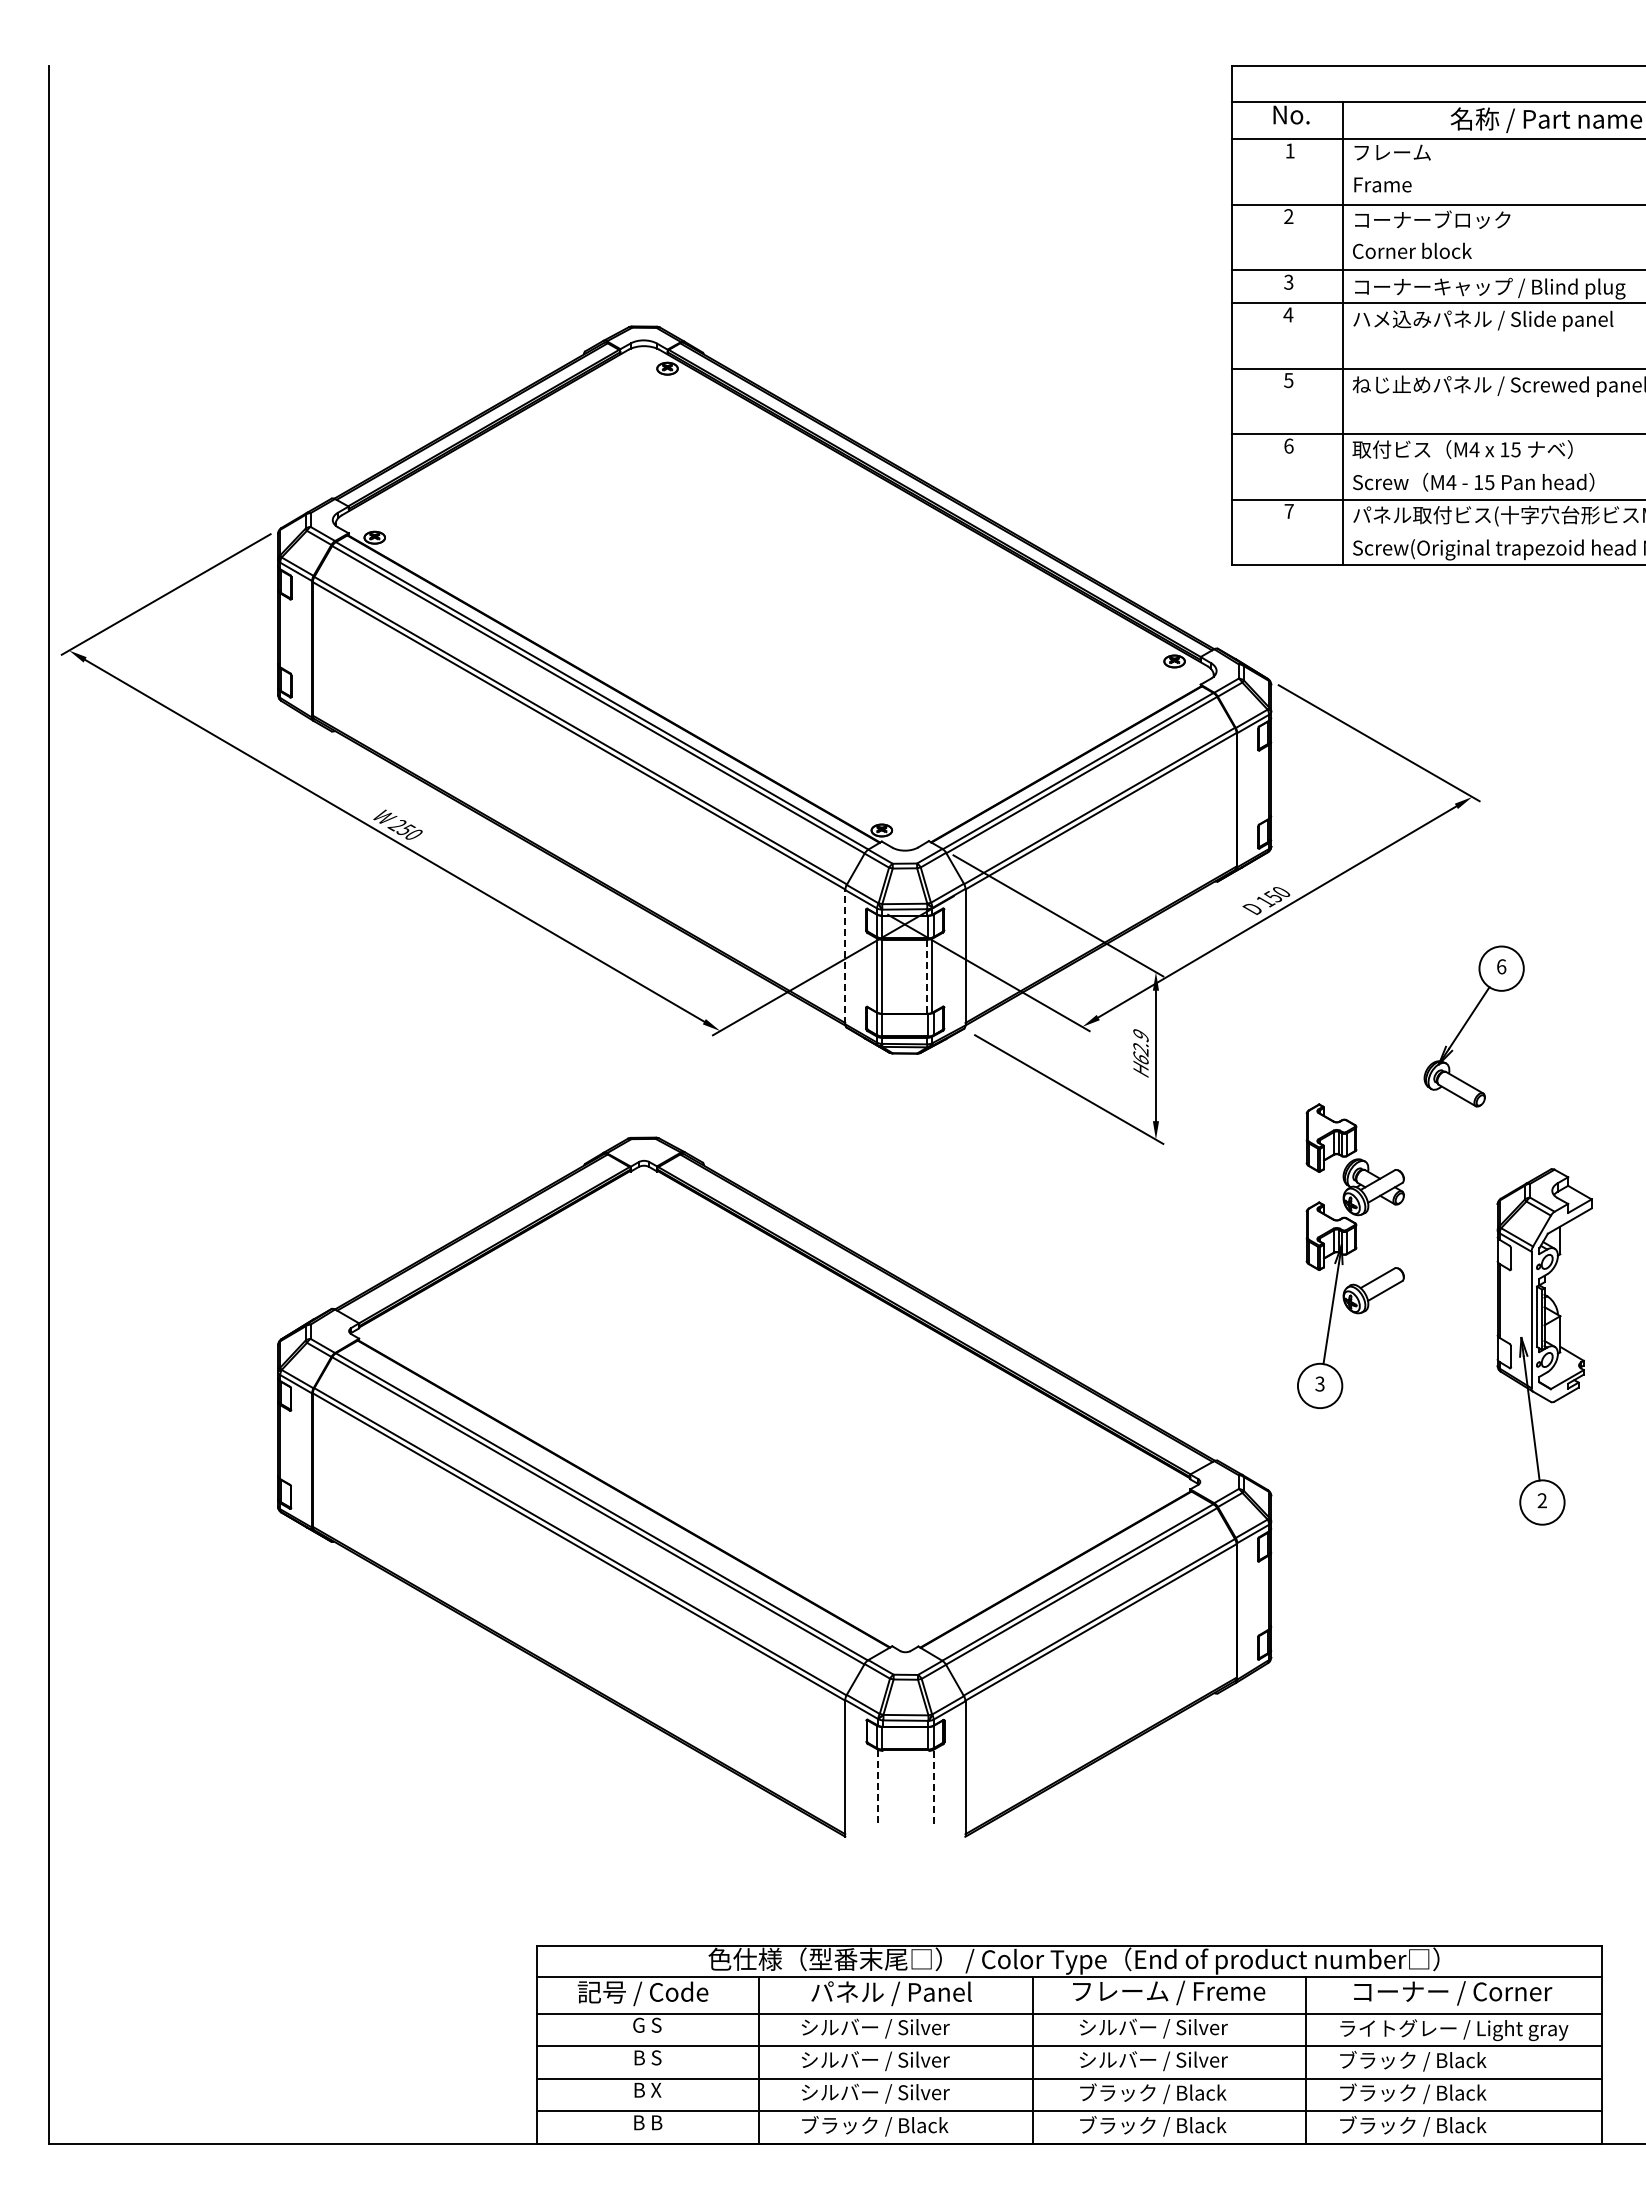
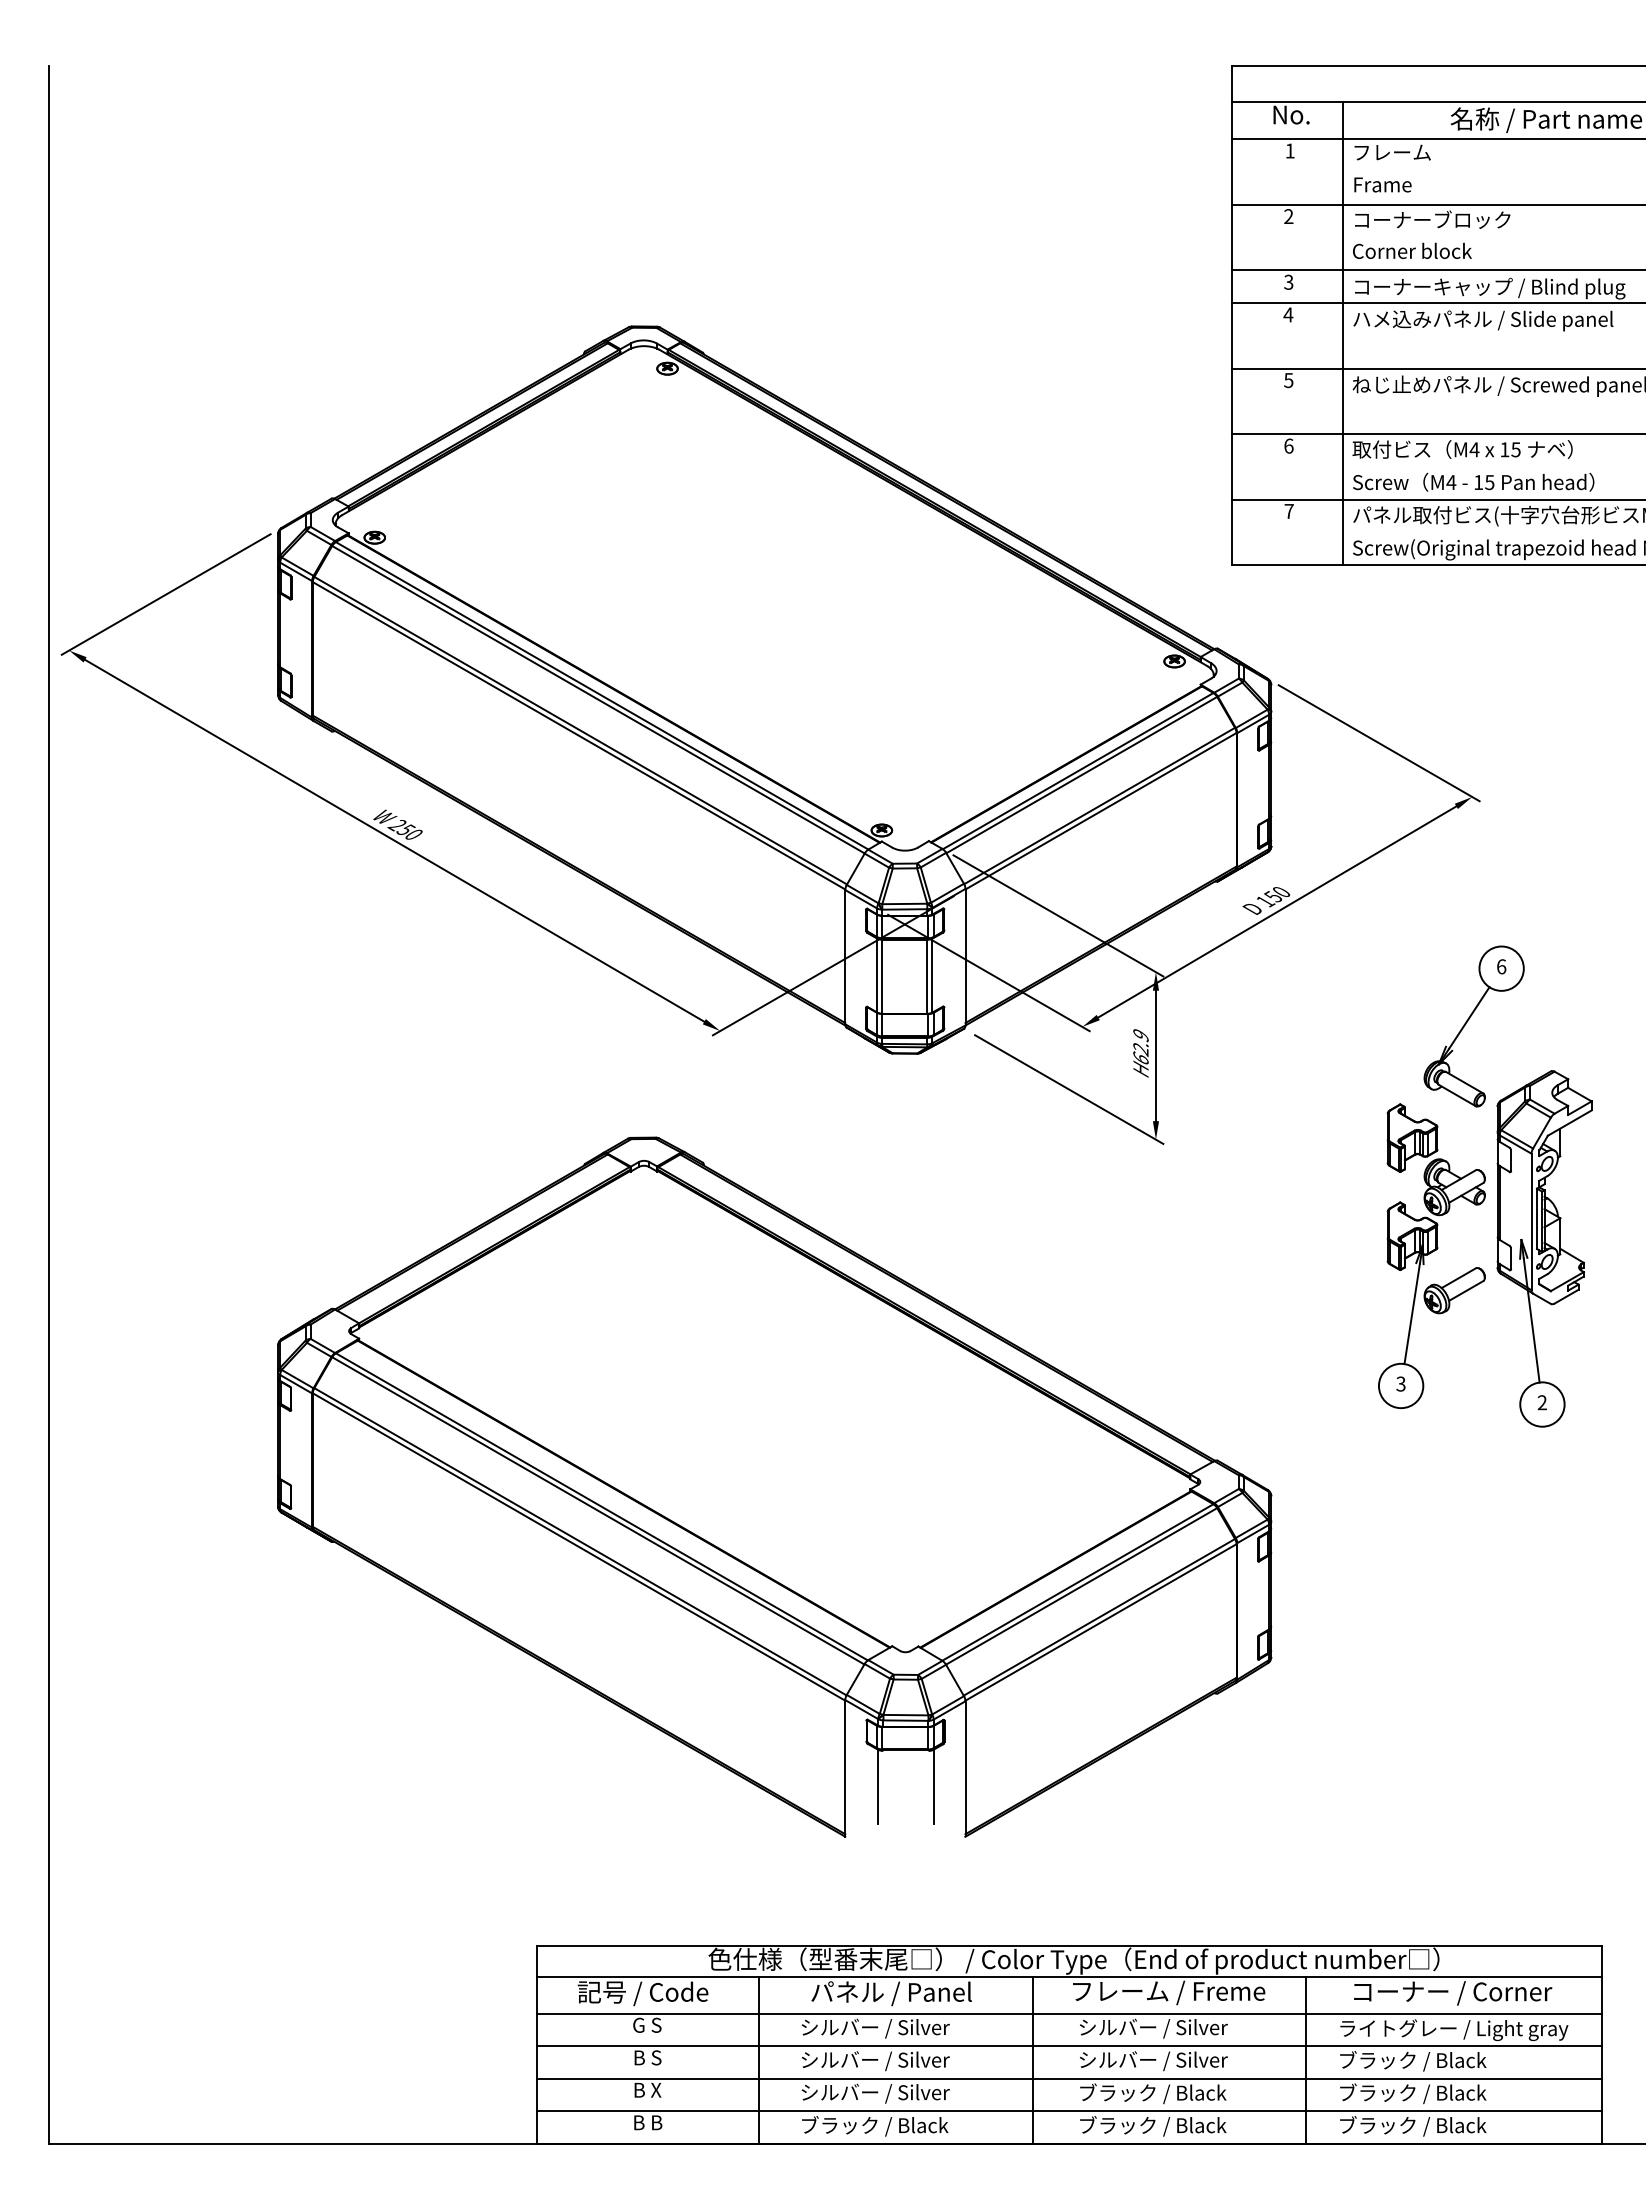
line at (845, 956): dashed -> solid
line at (927, 976): dashed -> solid
part at (1350, 1255) position: (1350, 1255) -> (1431, 1255)
part at (1544, 1346) position: (1544, 1346) -> (1544, 1248)
line at (878, 1786): dashed -> solid
line at (933, 1786): dashed -> solid
